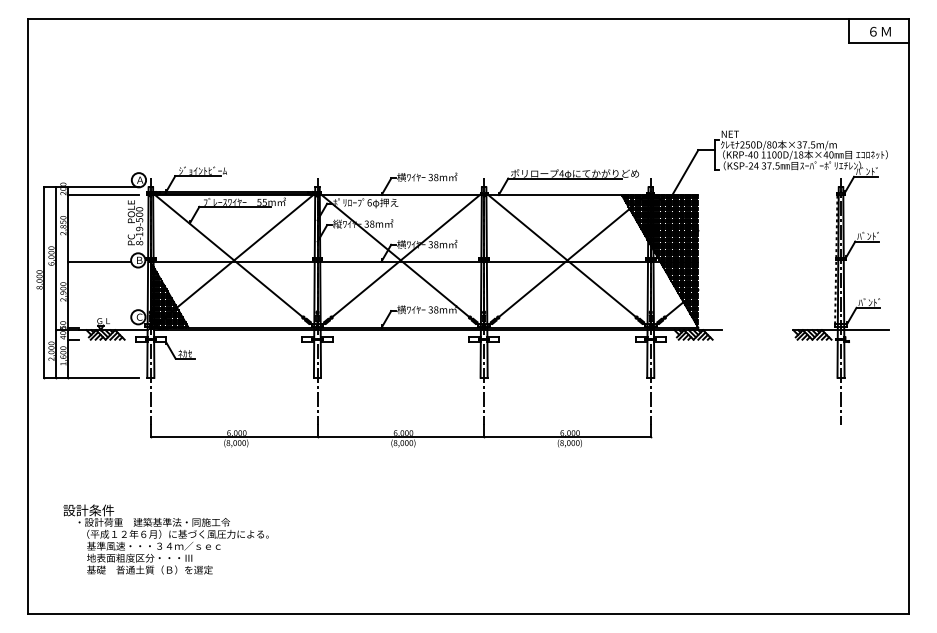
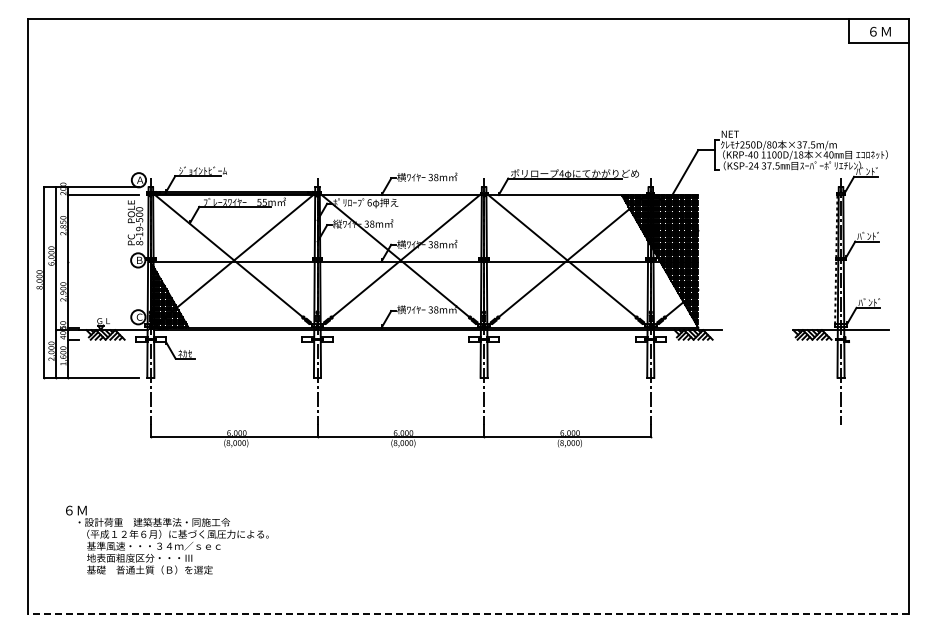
line at (99, 261): present -> none
text at (88, 510): 設計条件 -> ６Ｍ
line at (467, 614): solid -> dashed
